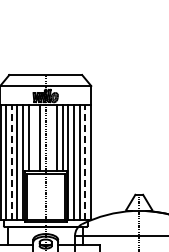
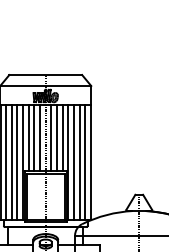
line at (34, 138): none -> present
line at (51, 138): none -> present
line at (11, 162): dashed -> solid
line at (85, 162): dashed -> solid
